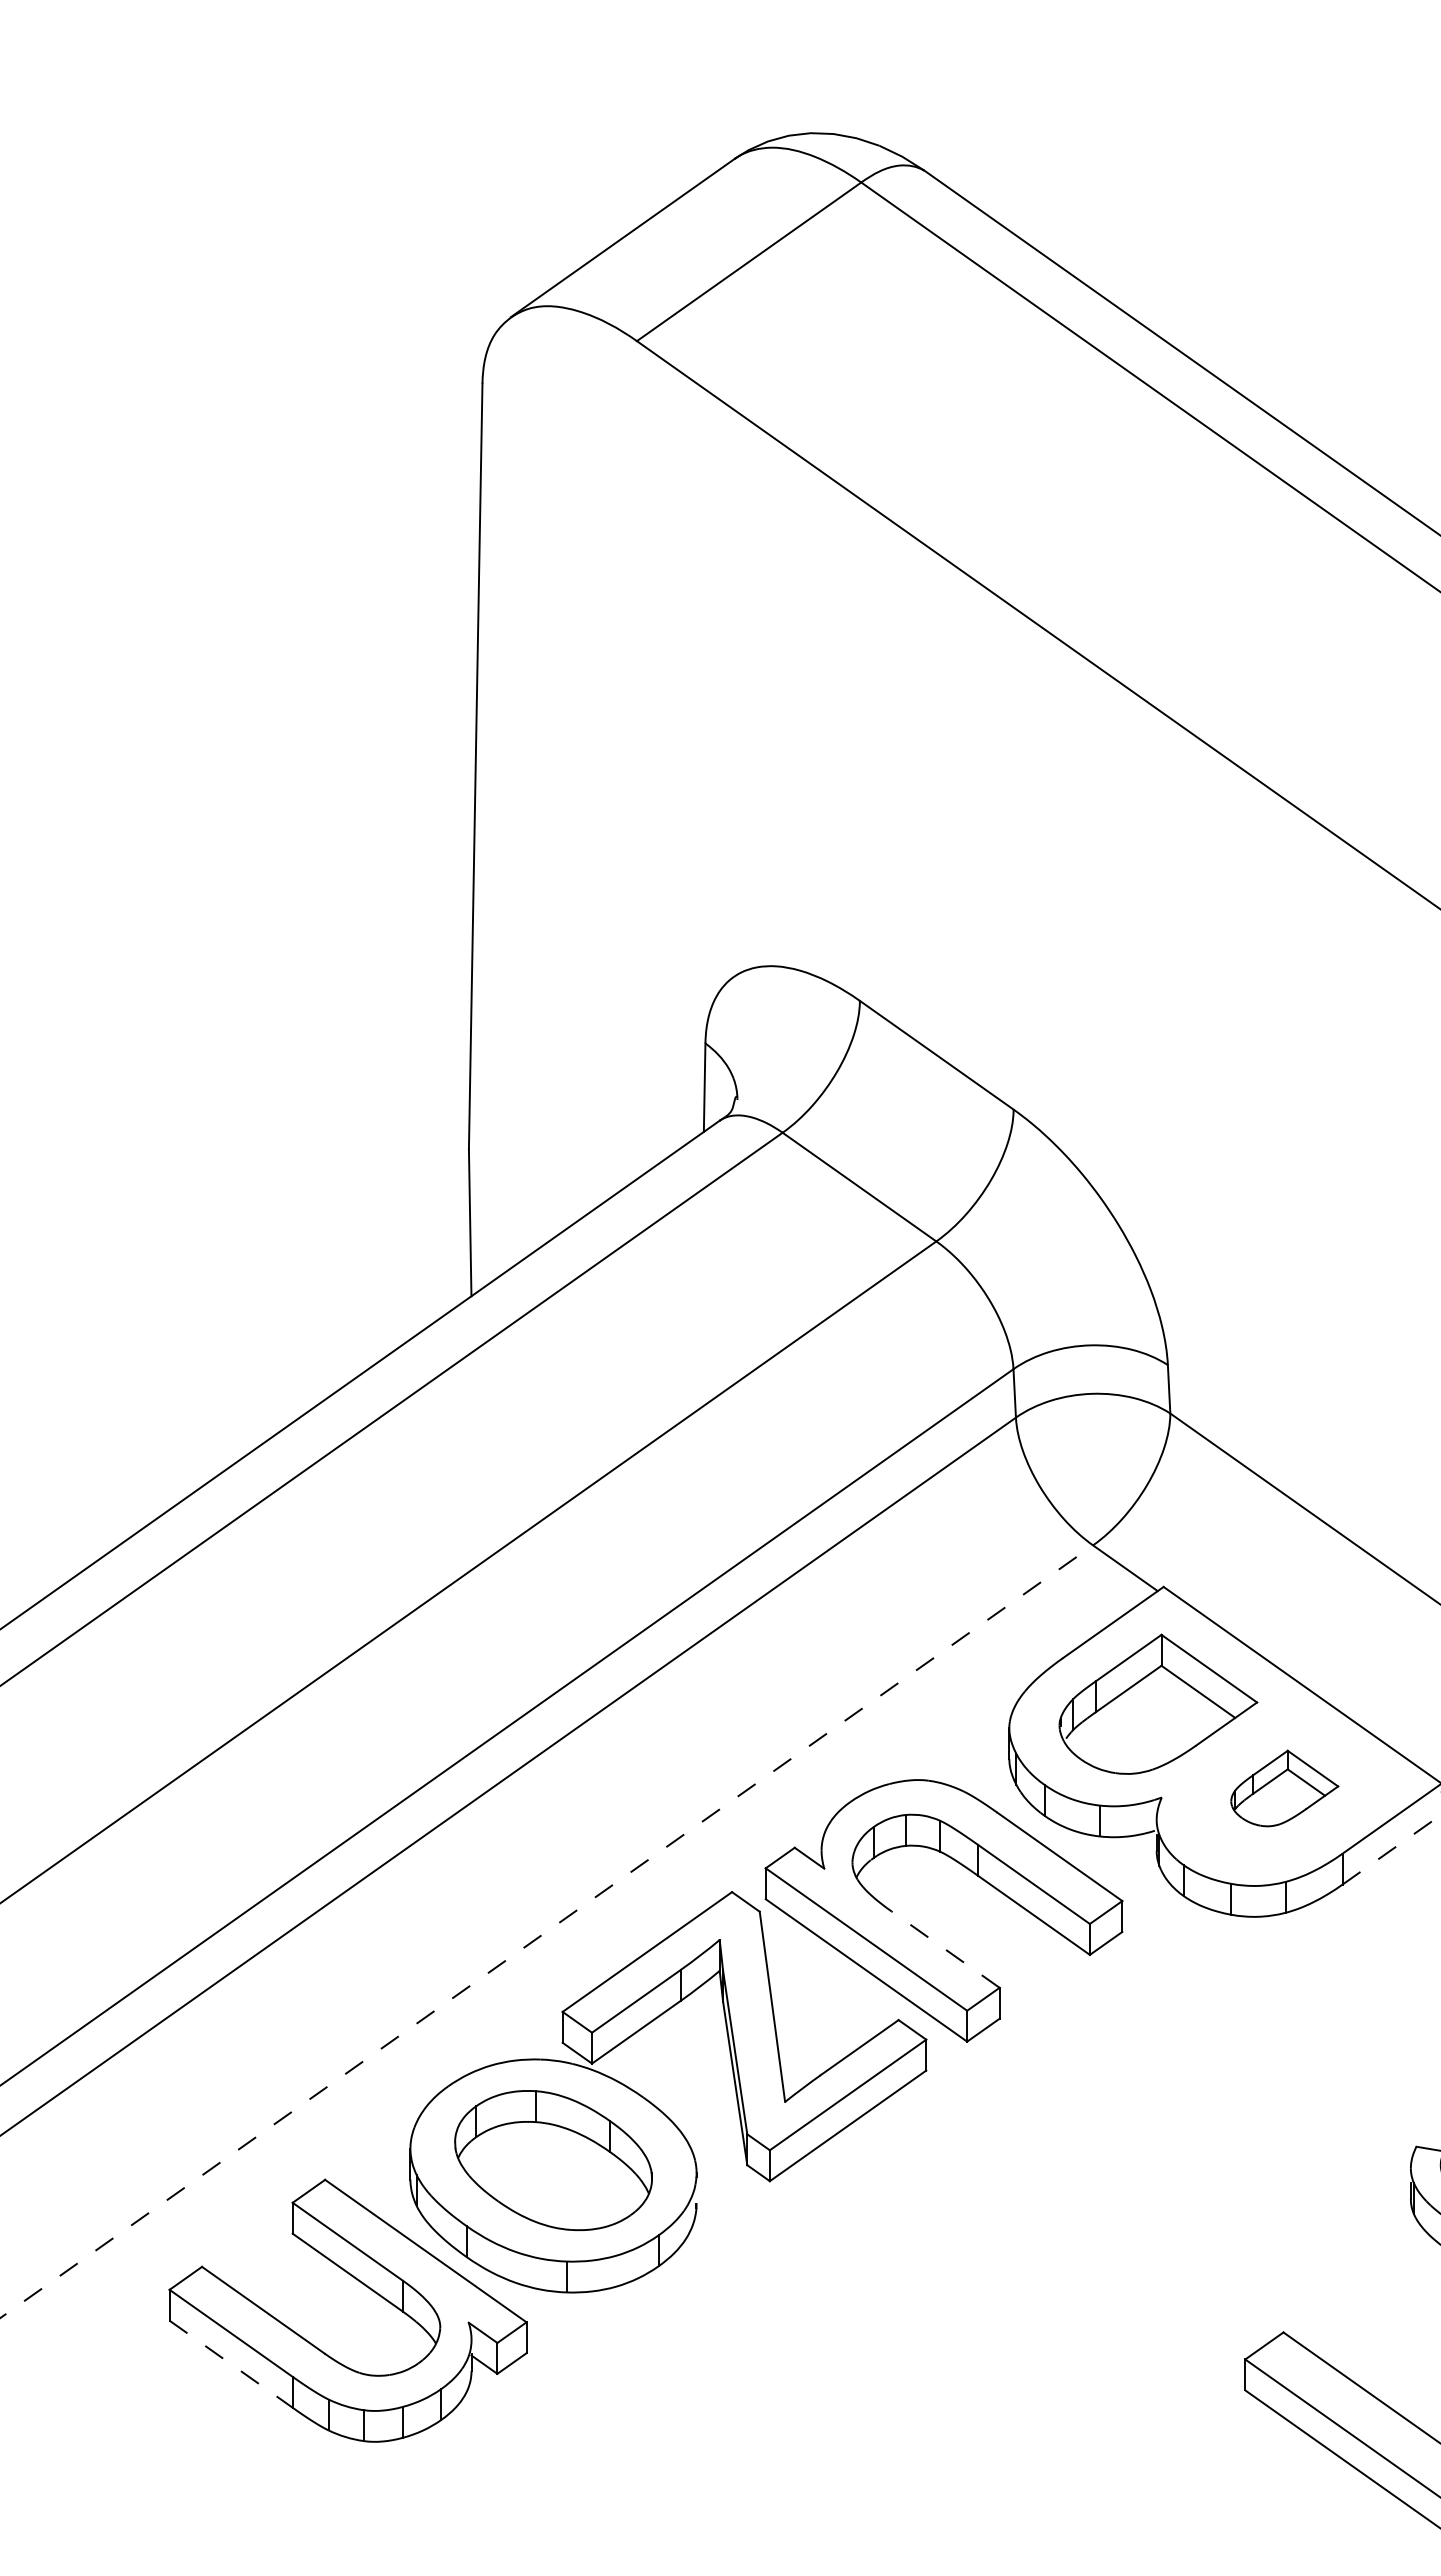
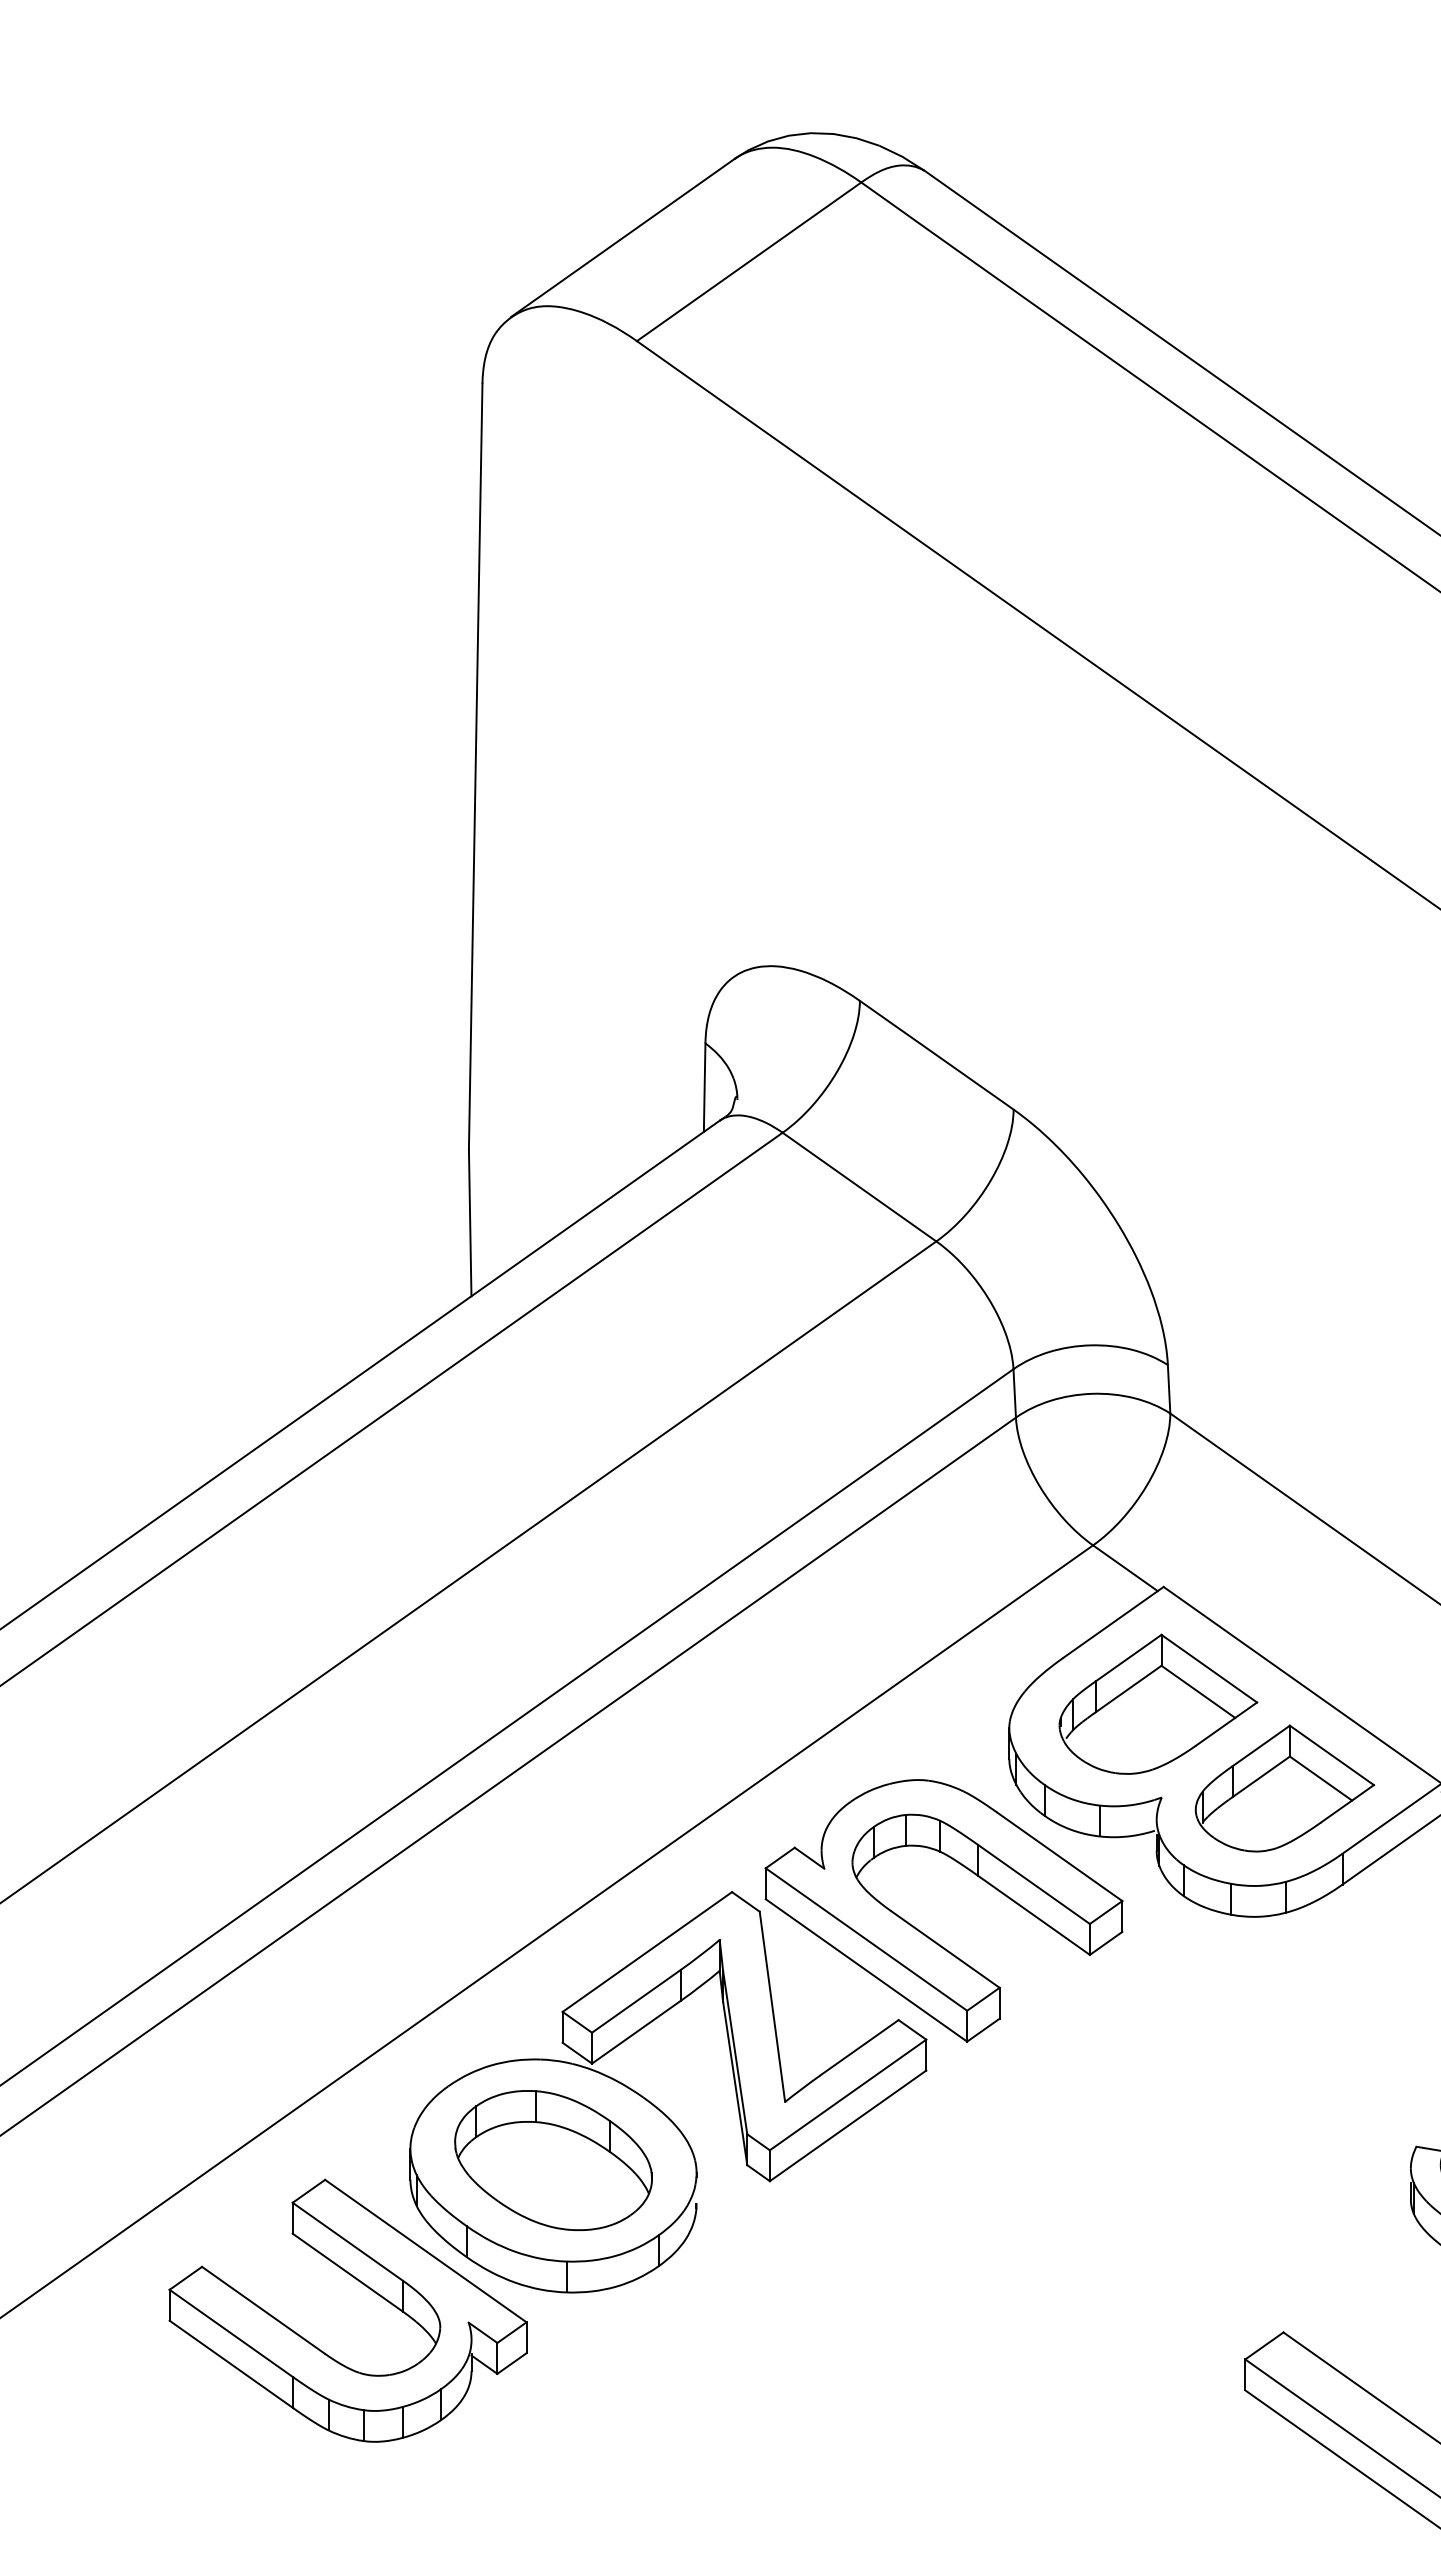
part at (1284, 1788) size: 110x79 px -> 181x129 px
line at (1392, 1849): dashed -> solid
line at (546, 1931): dashed -> solid
line at (945, 1949): dashed -> solid
line at (231, 2364): dashed -> solid
